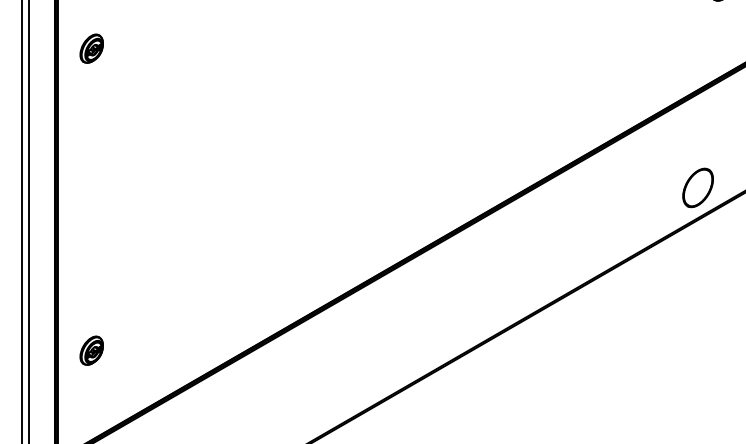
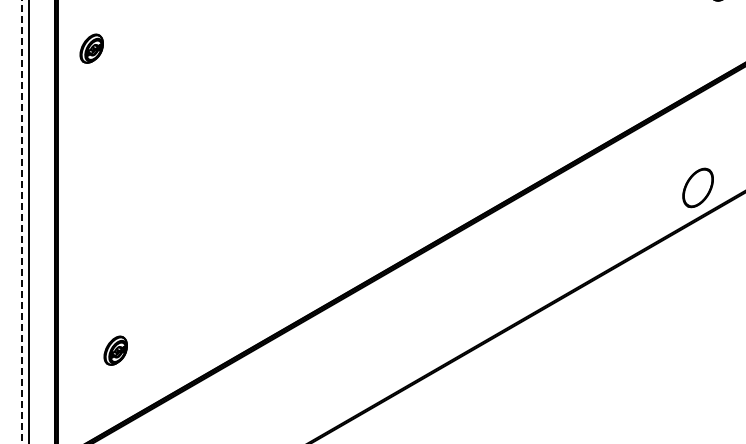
line at (21, 222): solid -> dashed
part at (91, 350) position: (91, 350) -> (115, 350)
